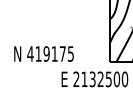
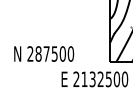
text at (50, 53): 419175 -> 287500
